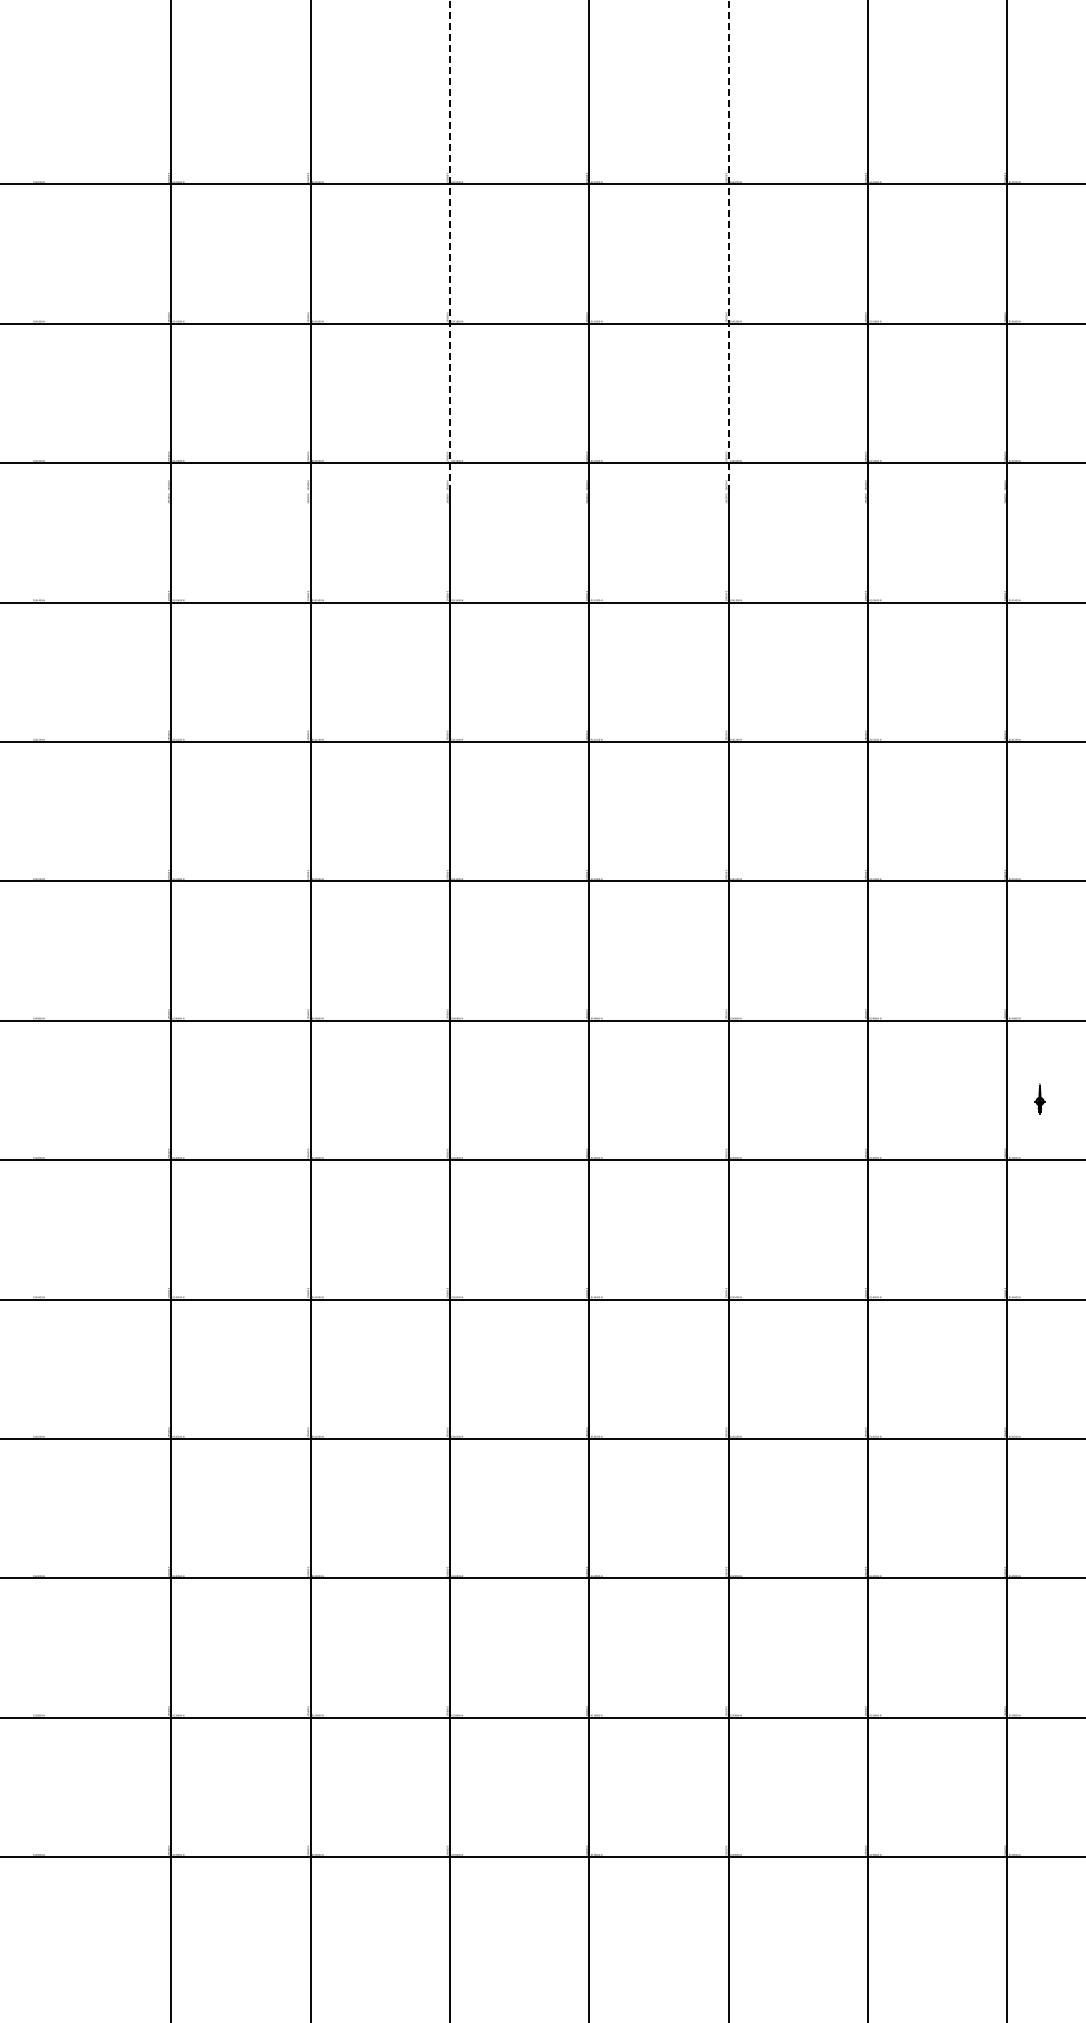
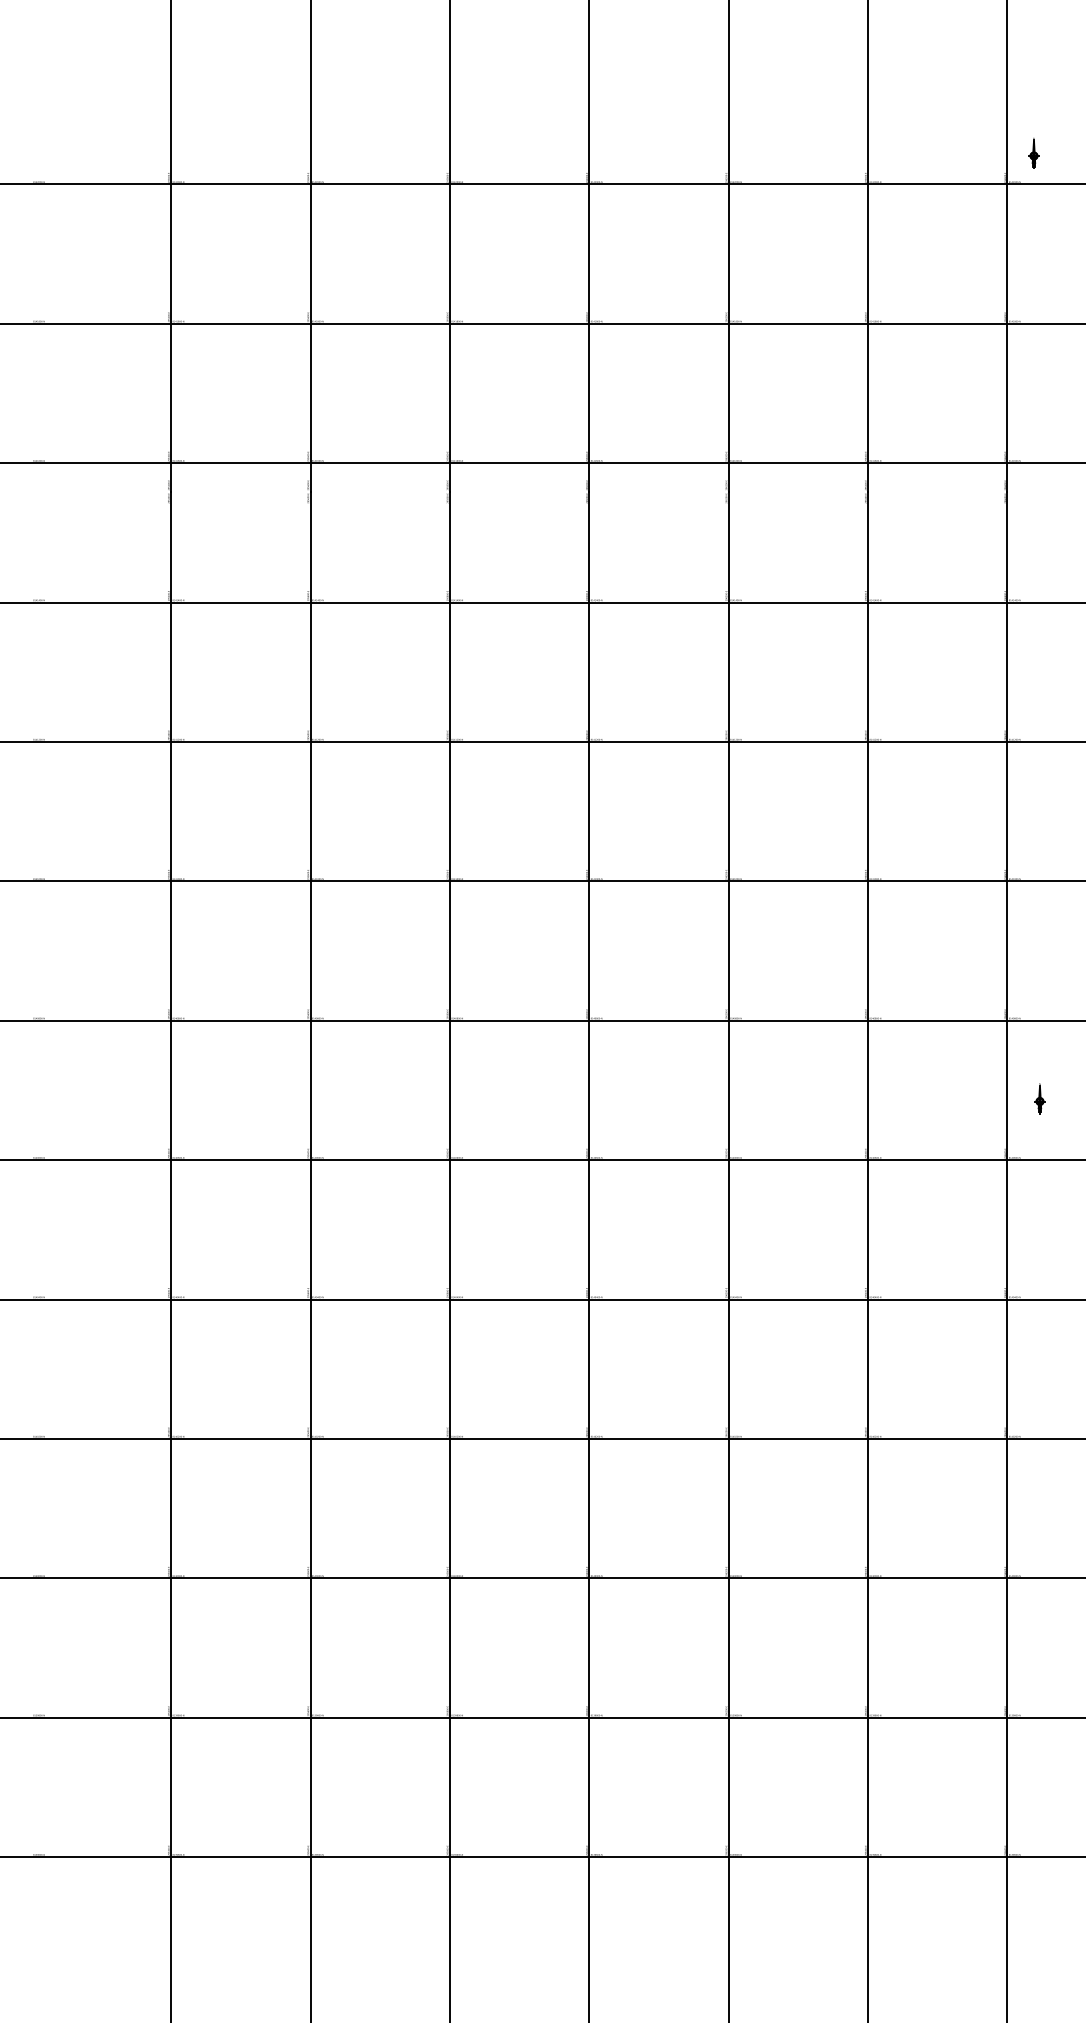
part at (1033, 152): none -> present
line at (449, 245): dashed -> solid
line at (728, 245): dashed -> solid
